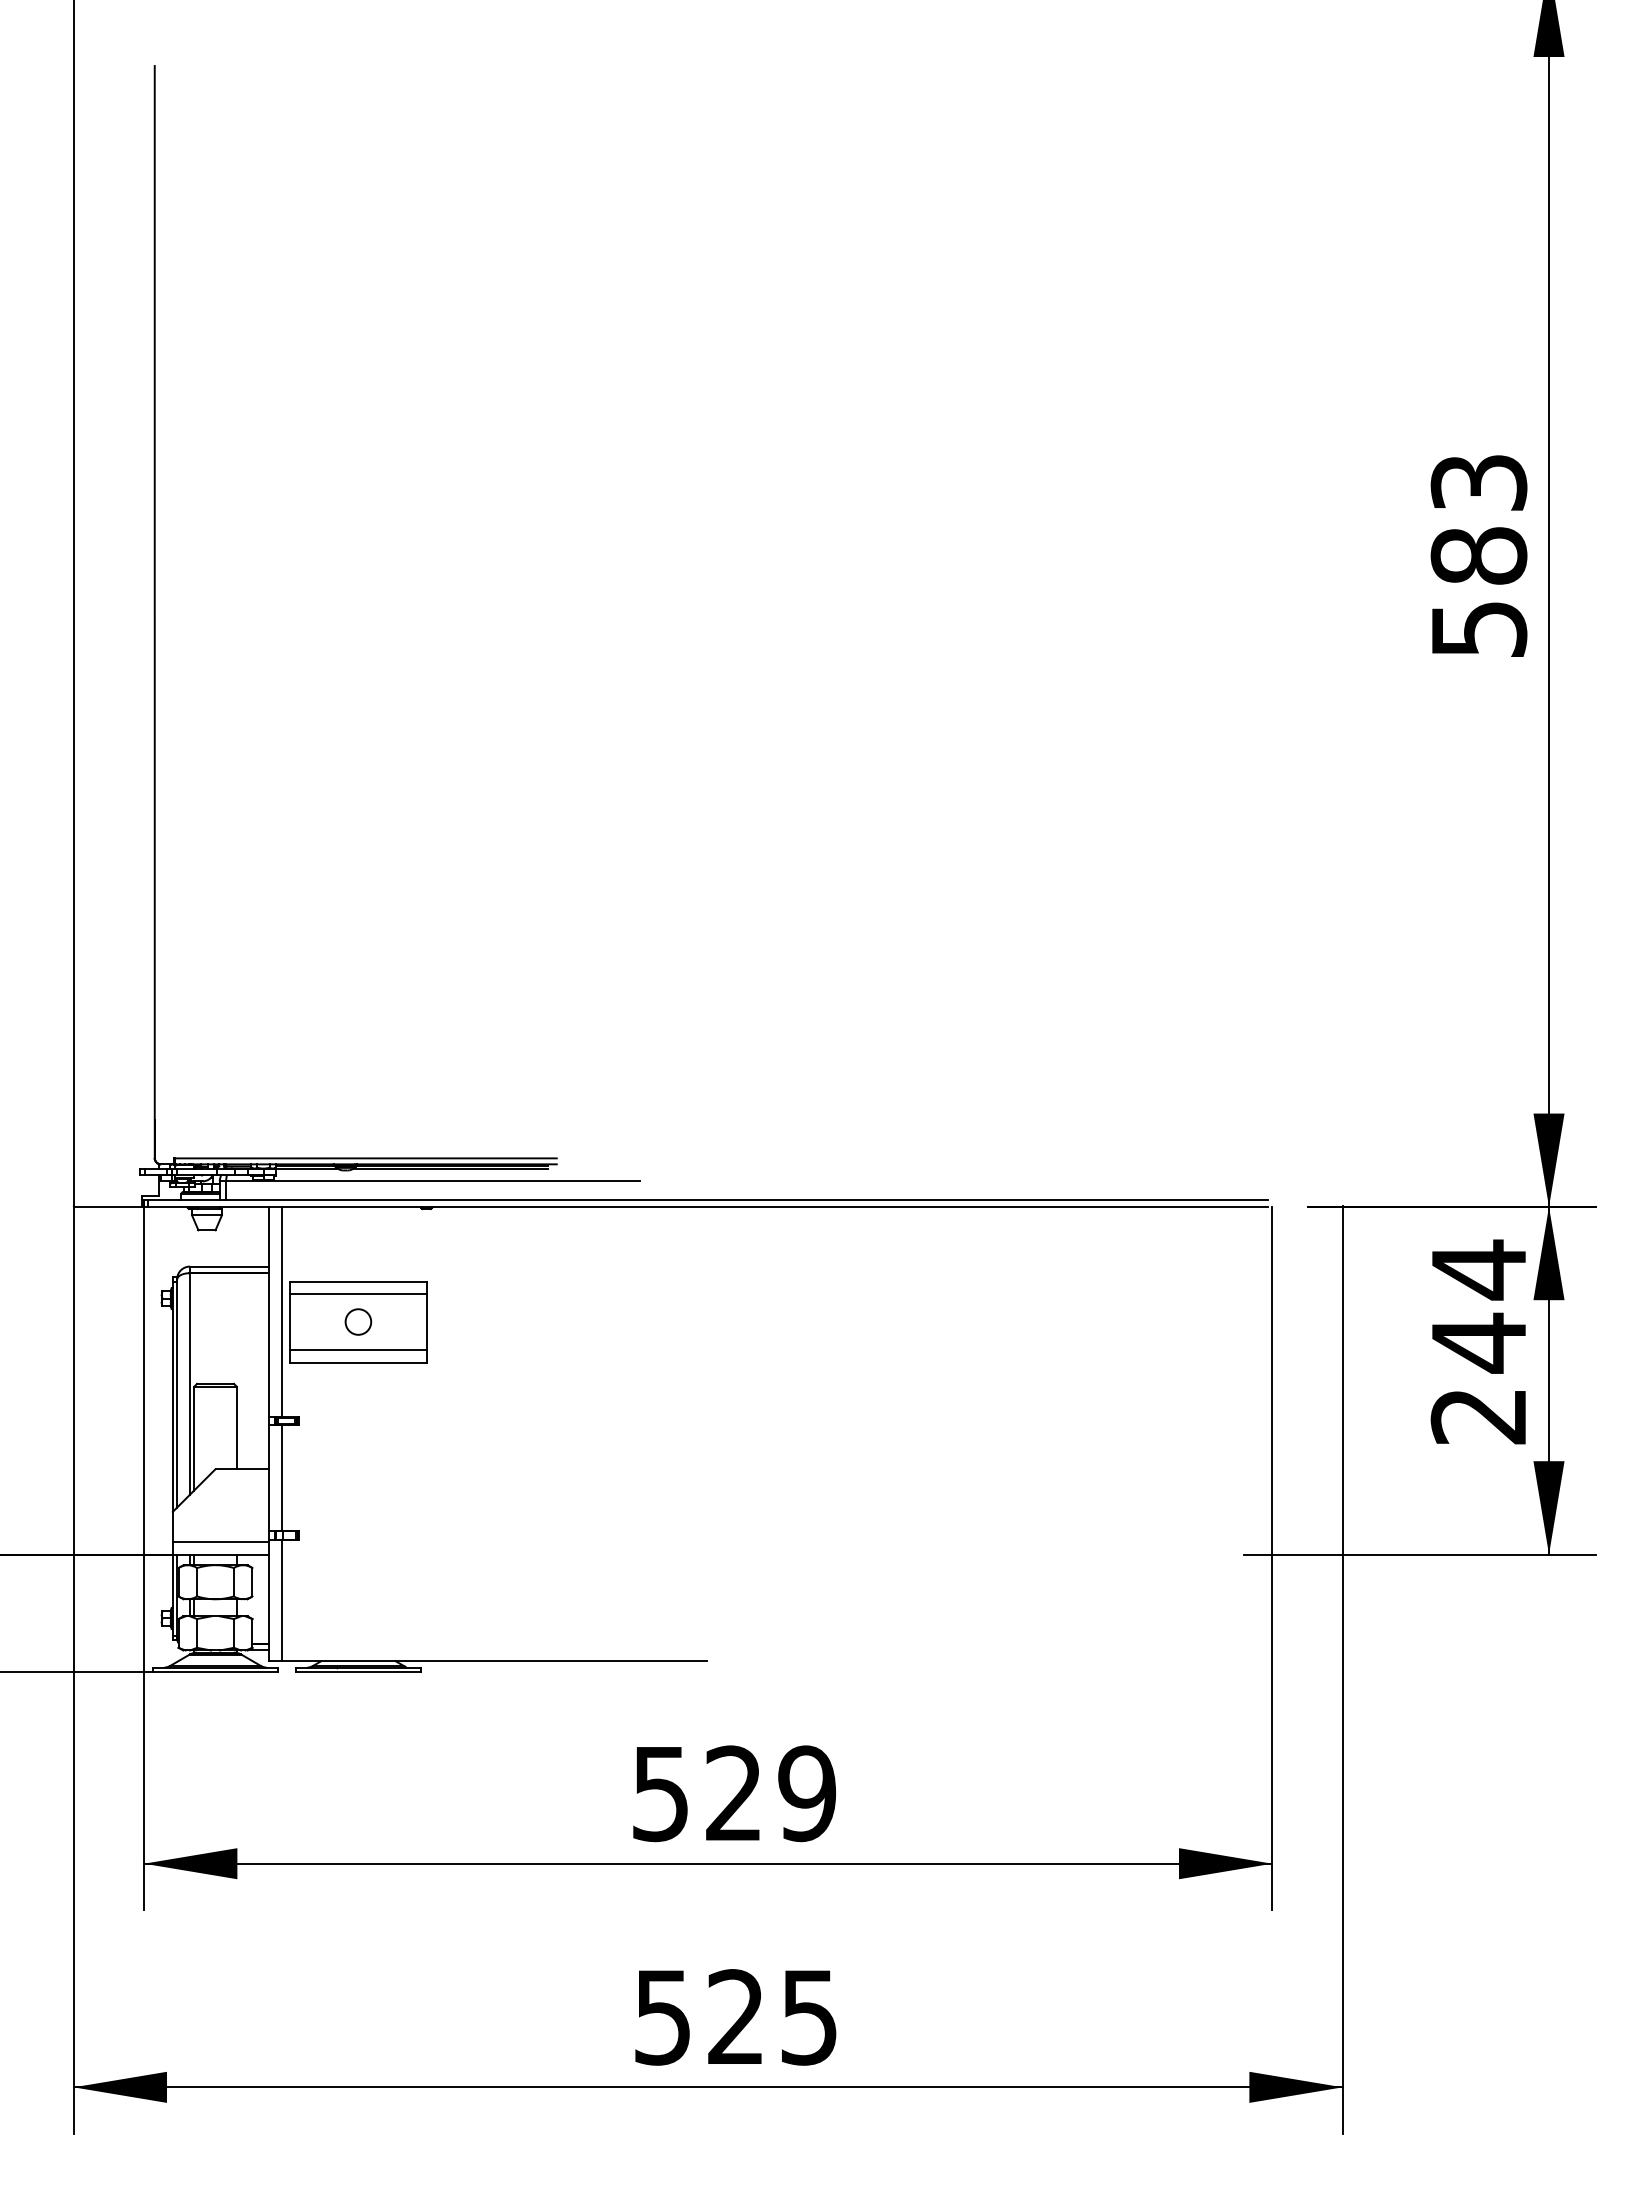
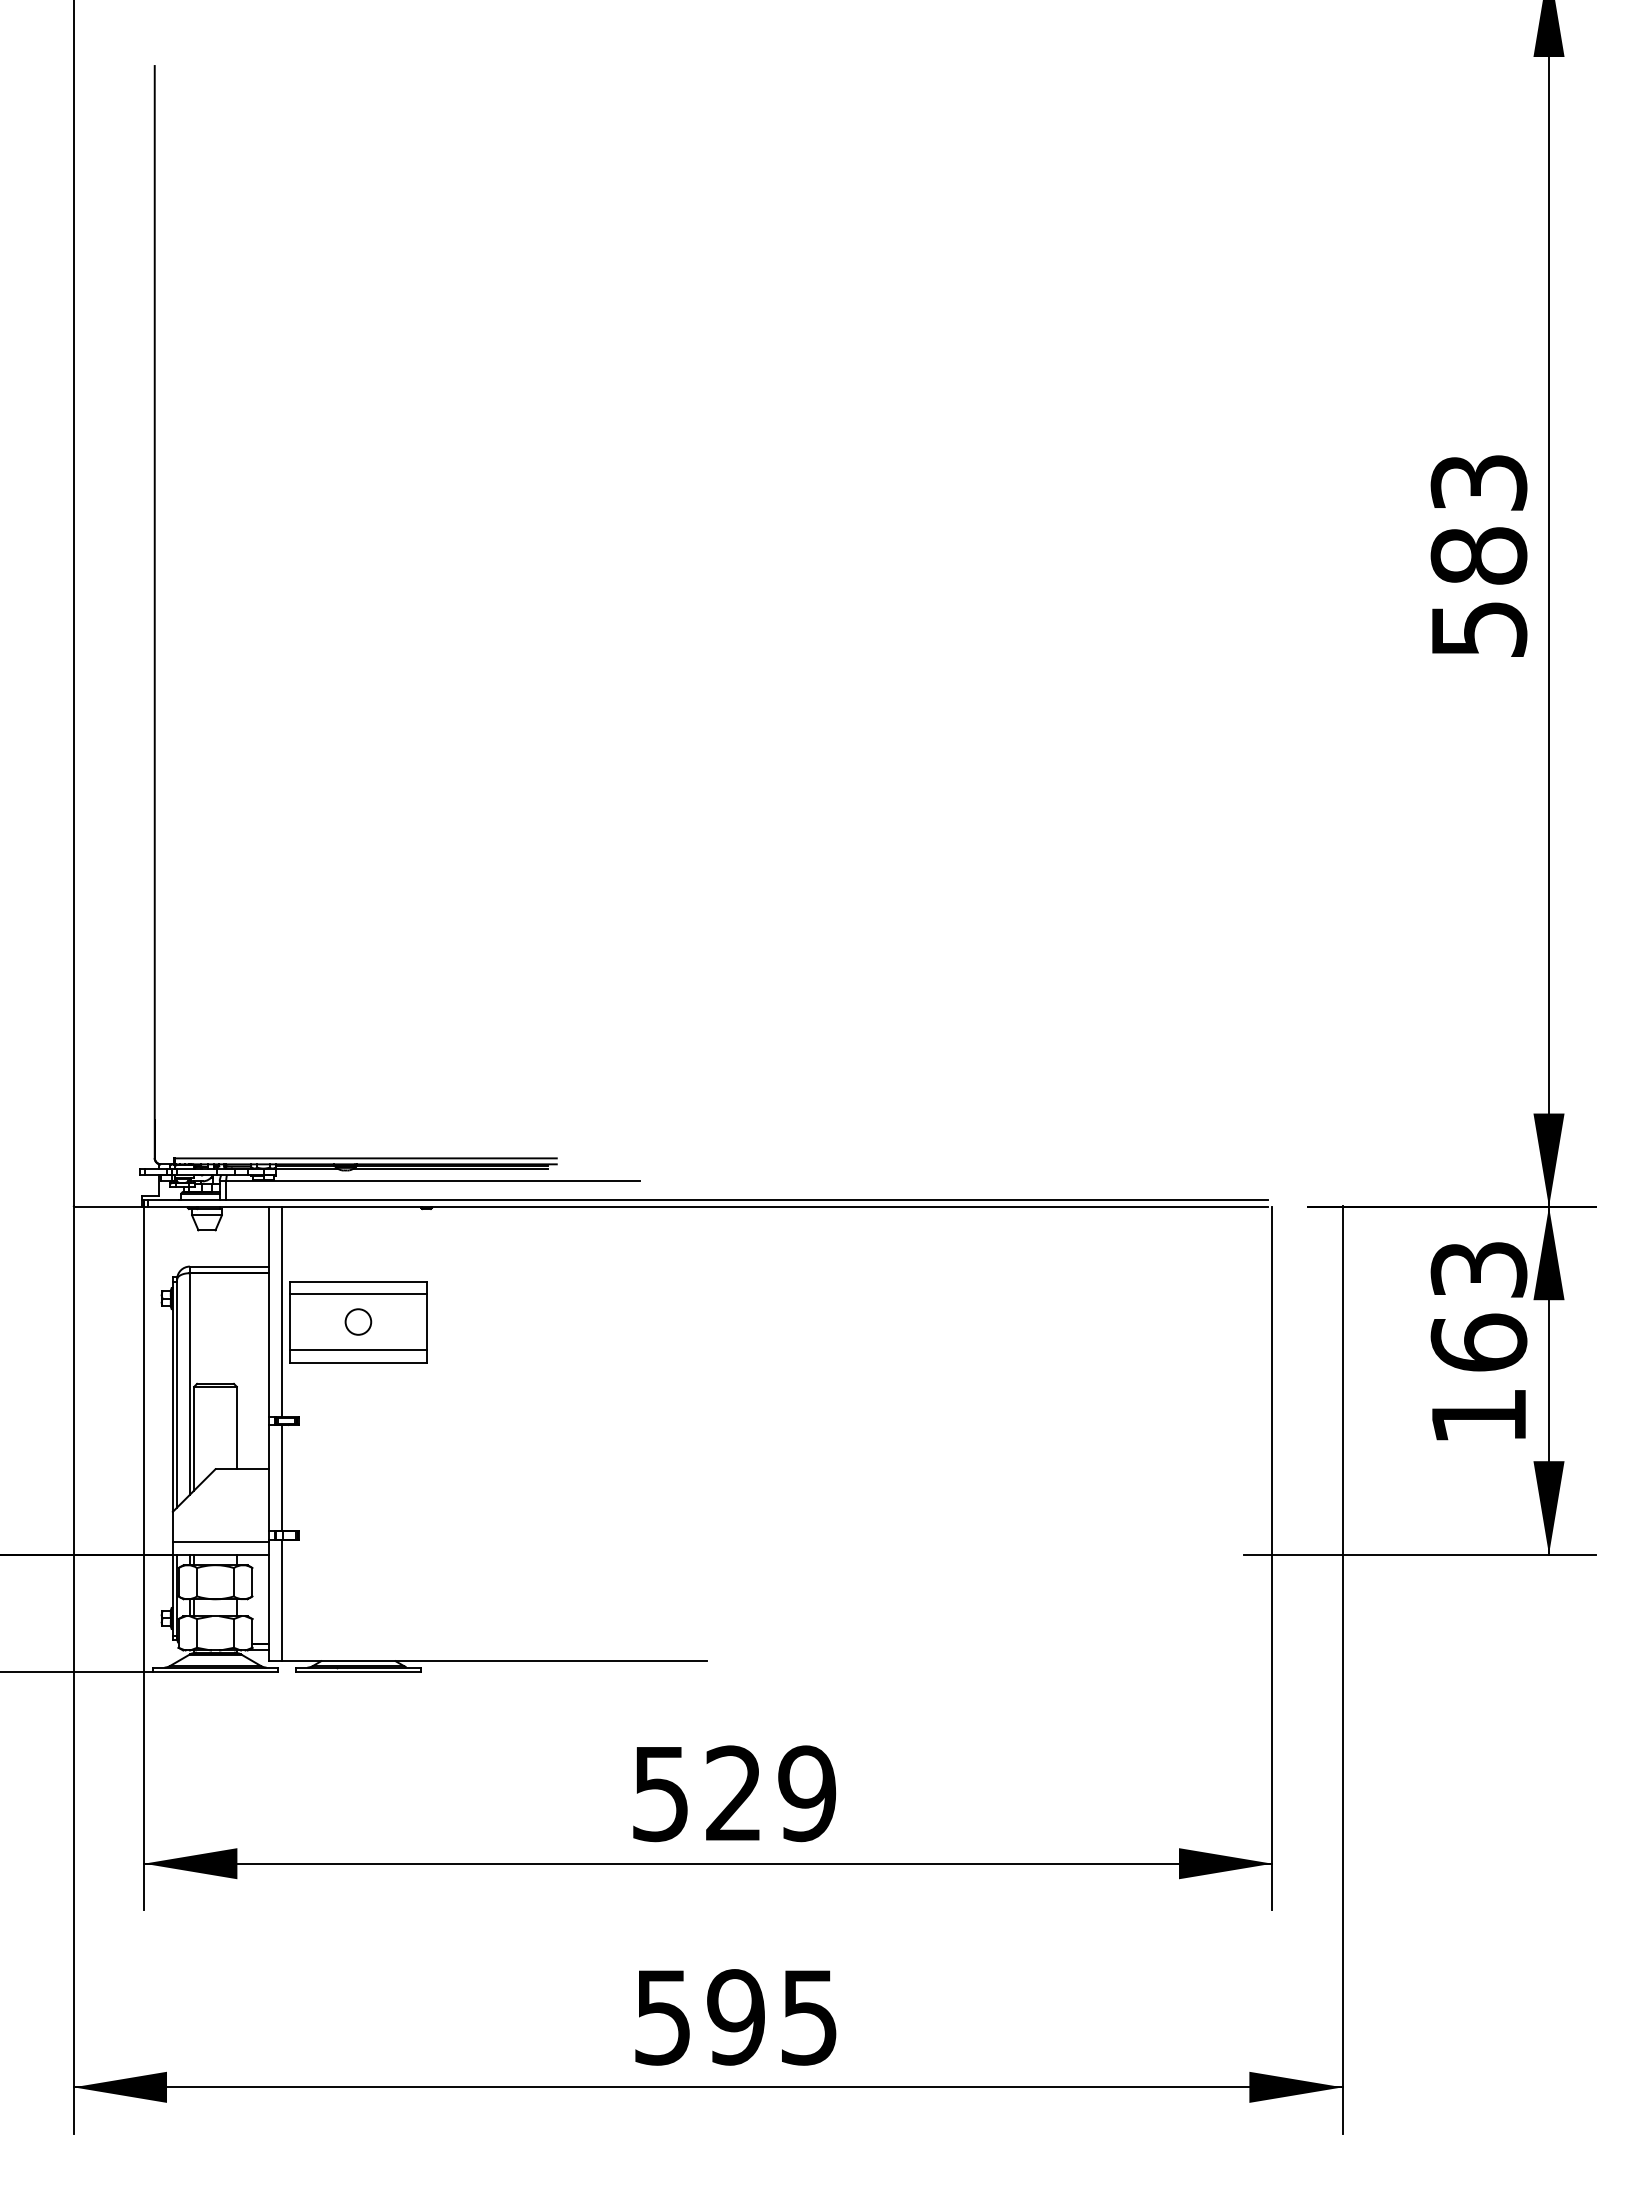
text at (1478, 1341): 244 -> 163
text at (735, 2017): 525 -> 595
